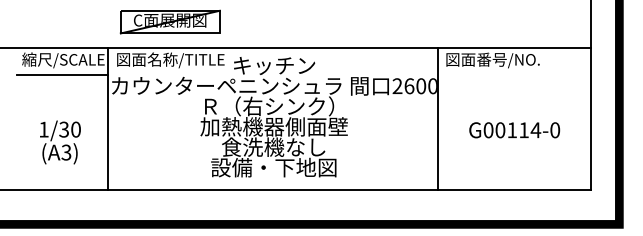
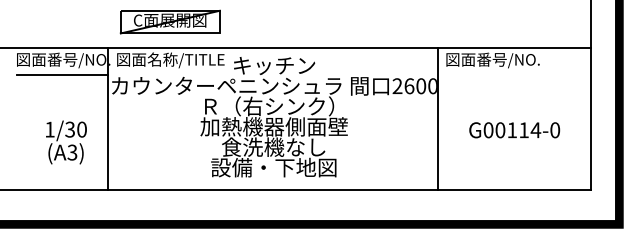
text at (63, 60): 縮尺/SCALE -> 図面番号/NO.
text at (60, 142) position: (60, 142) -> (66, 142)
